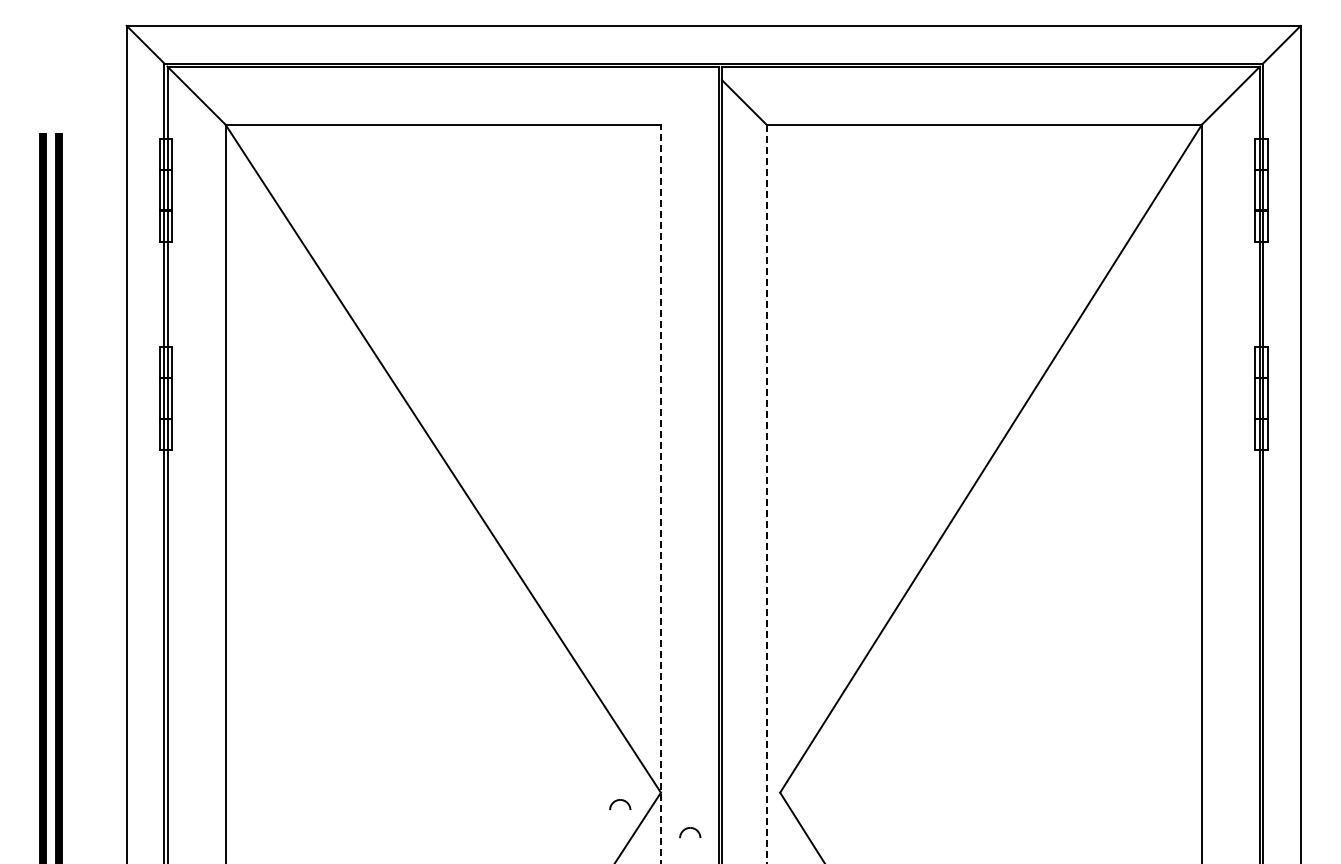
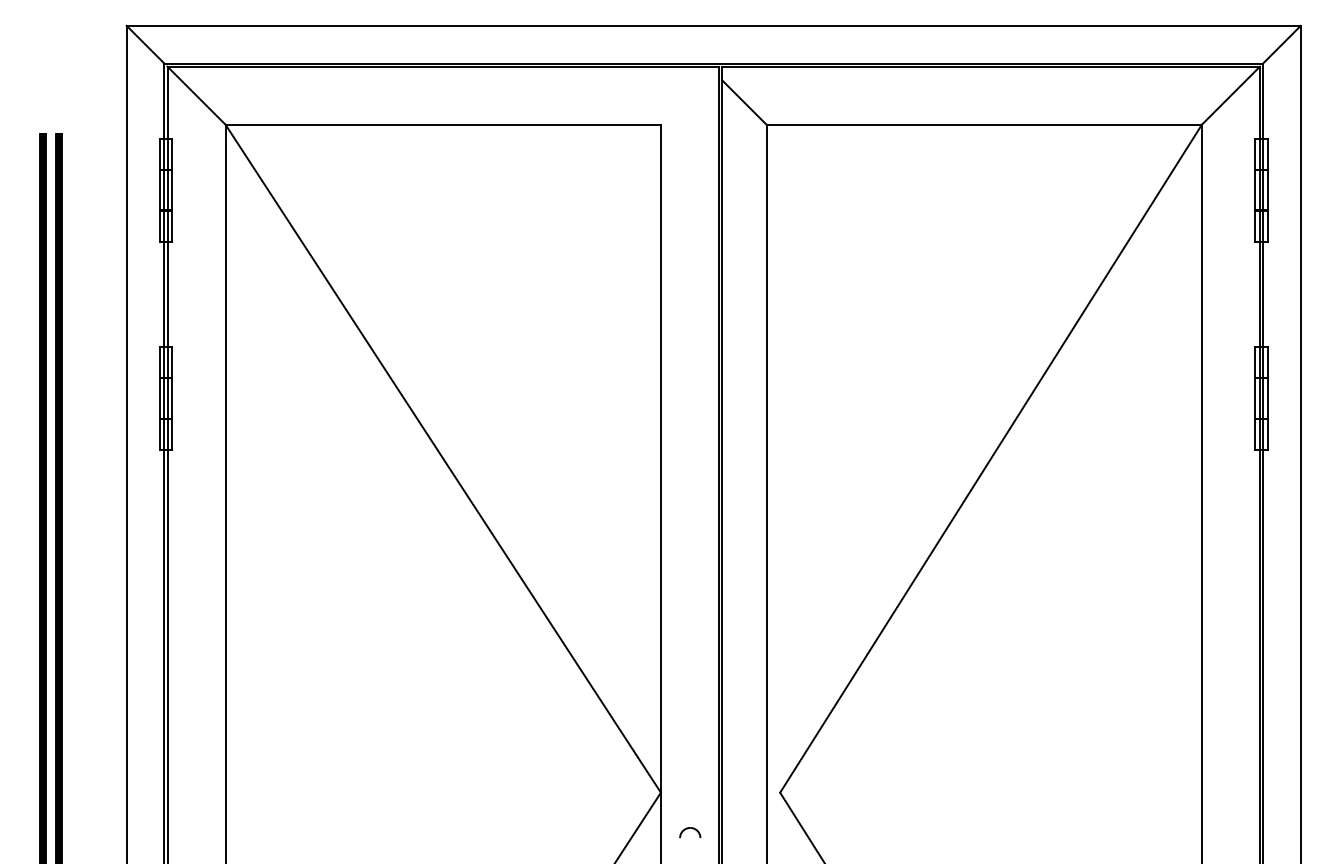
line at (660, 493): dashed -> solid
line at (766, 494): dashed -> solid
part at (620, 804): present -> none
